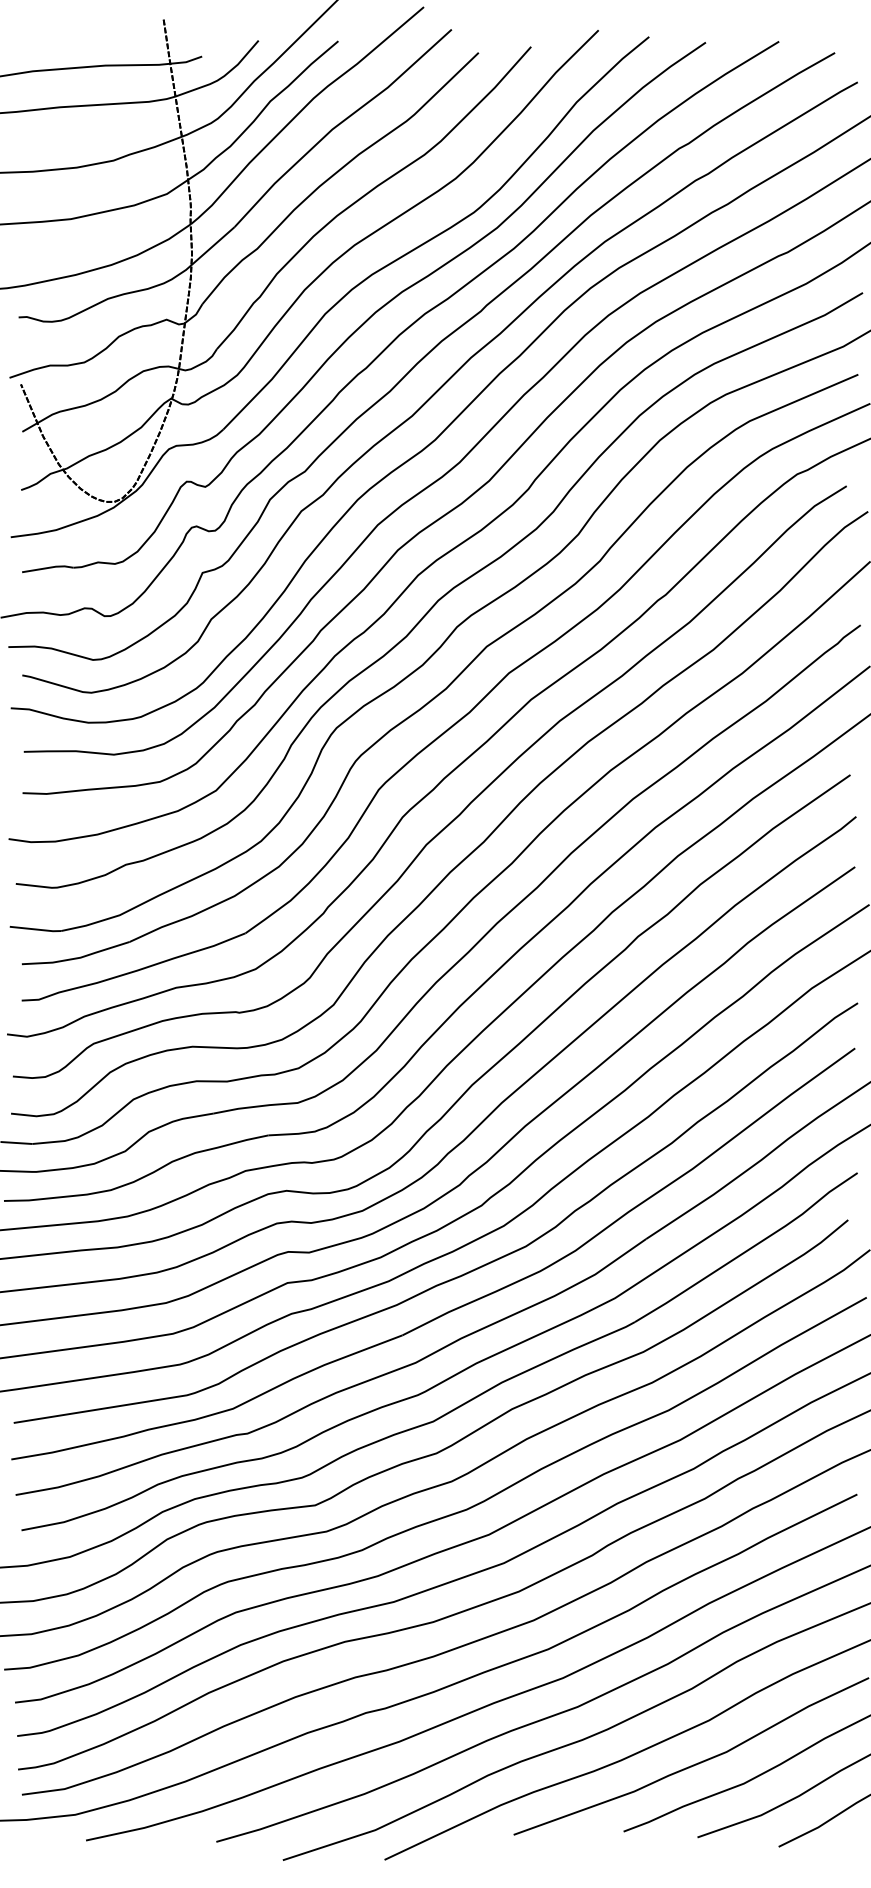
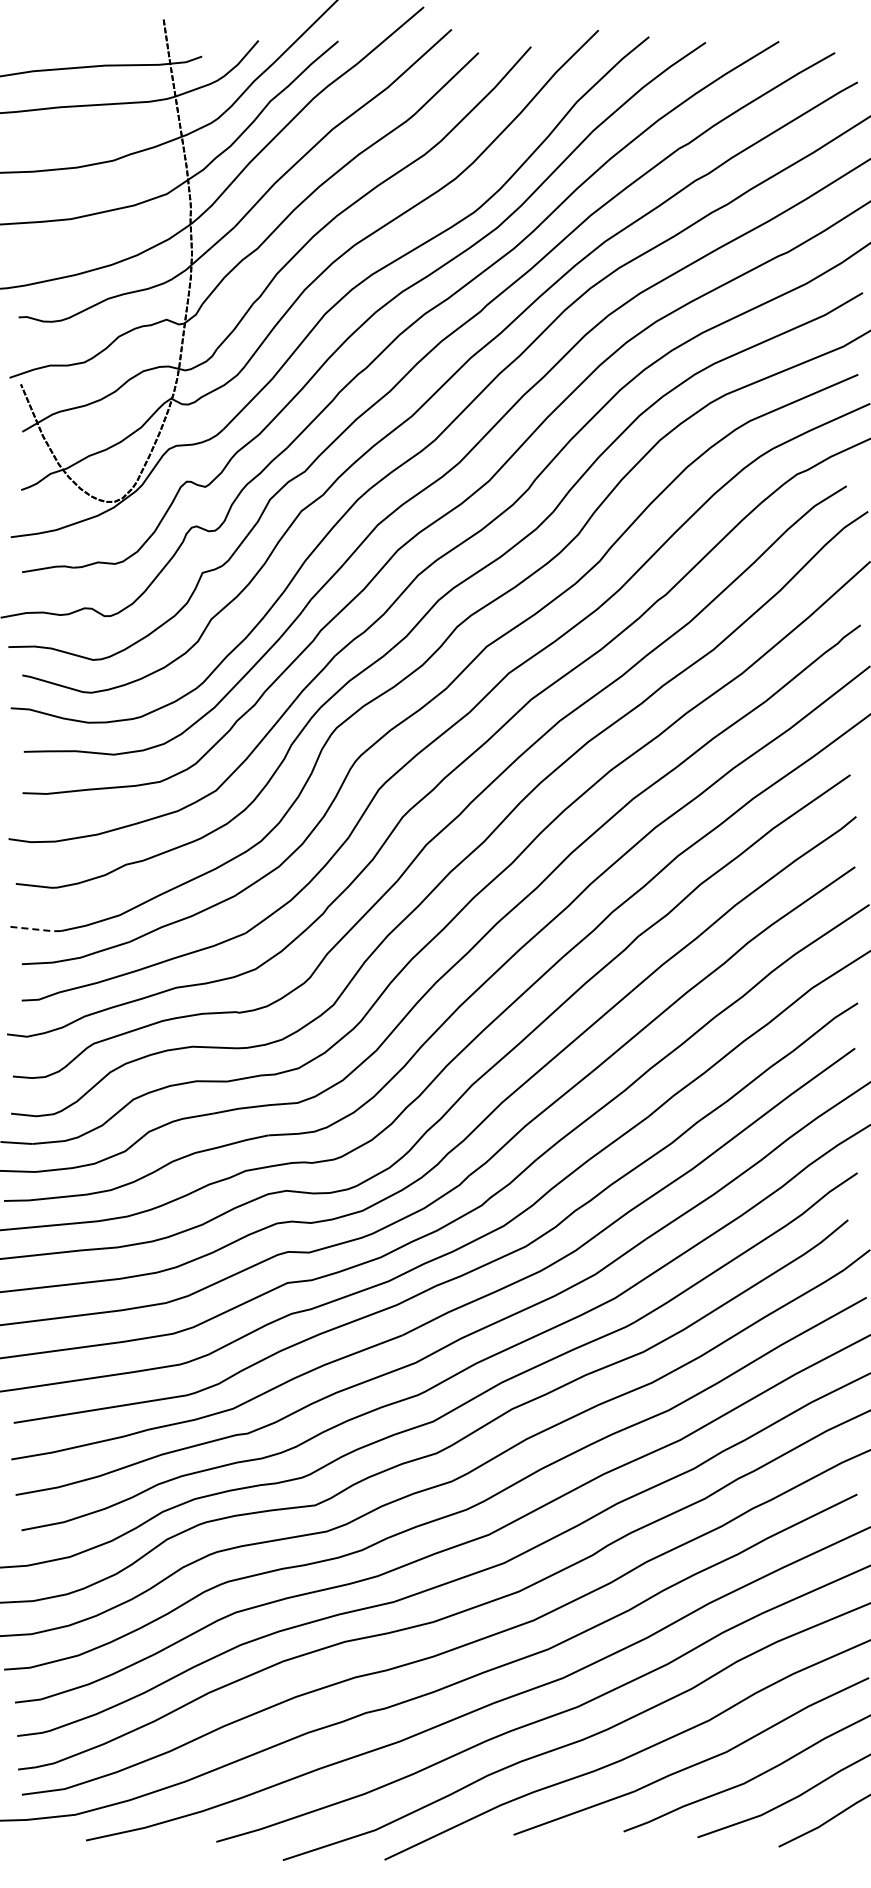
line at (36, 929): solid -> dashed
